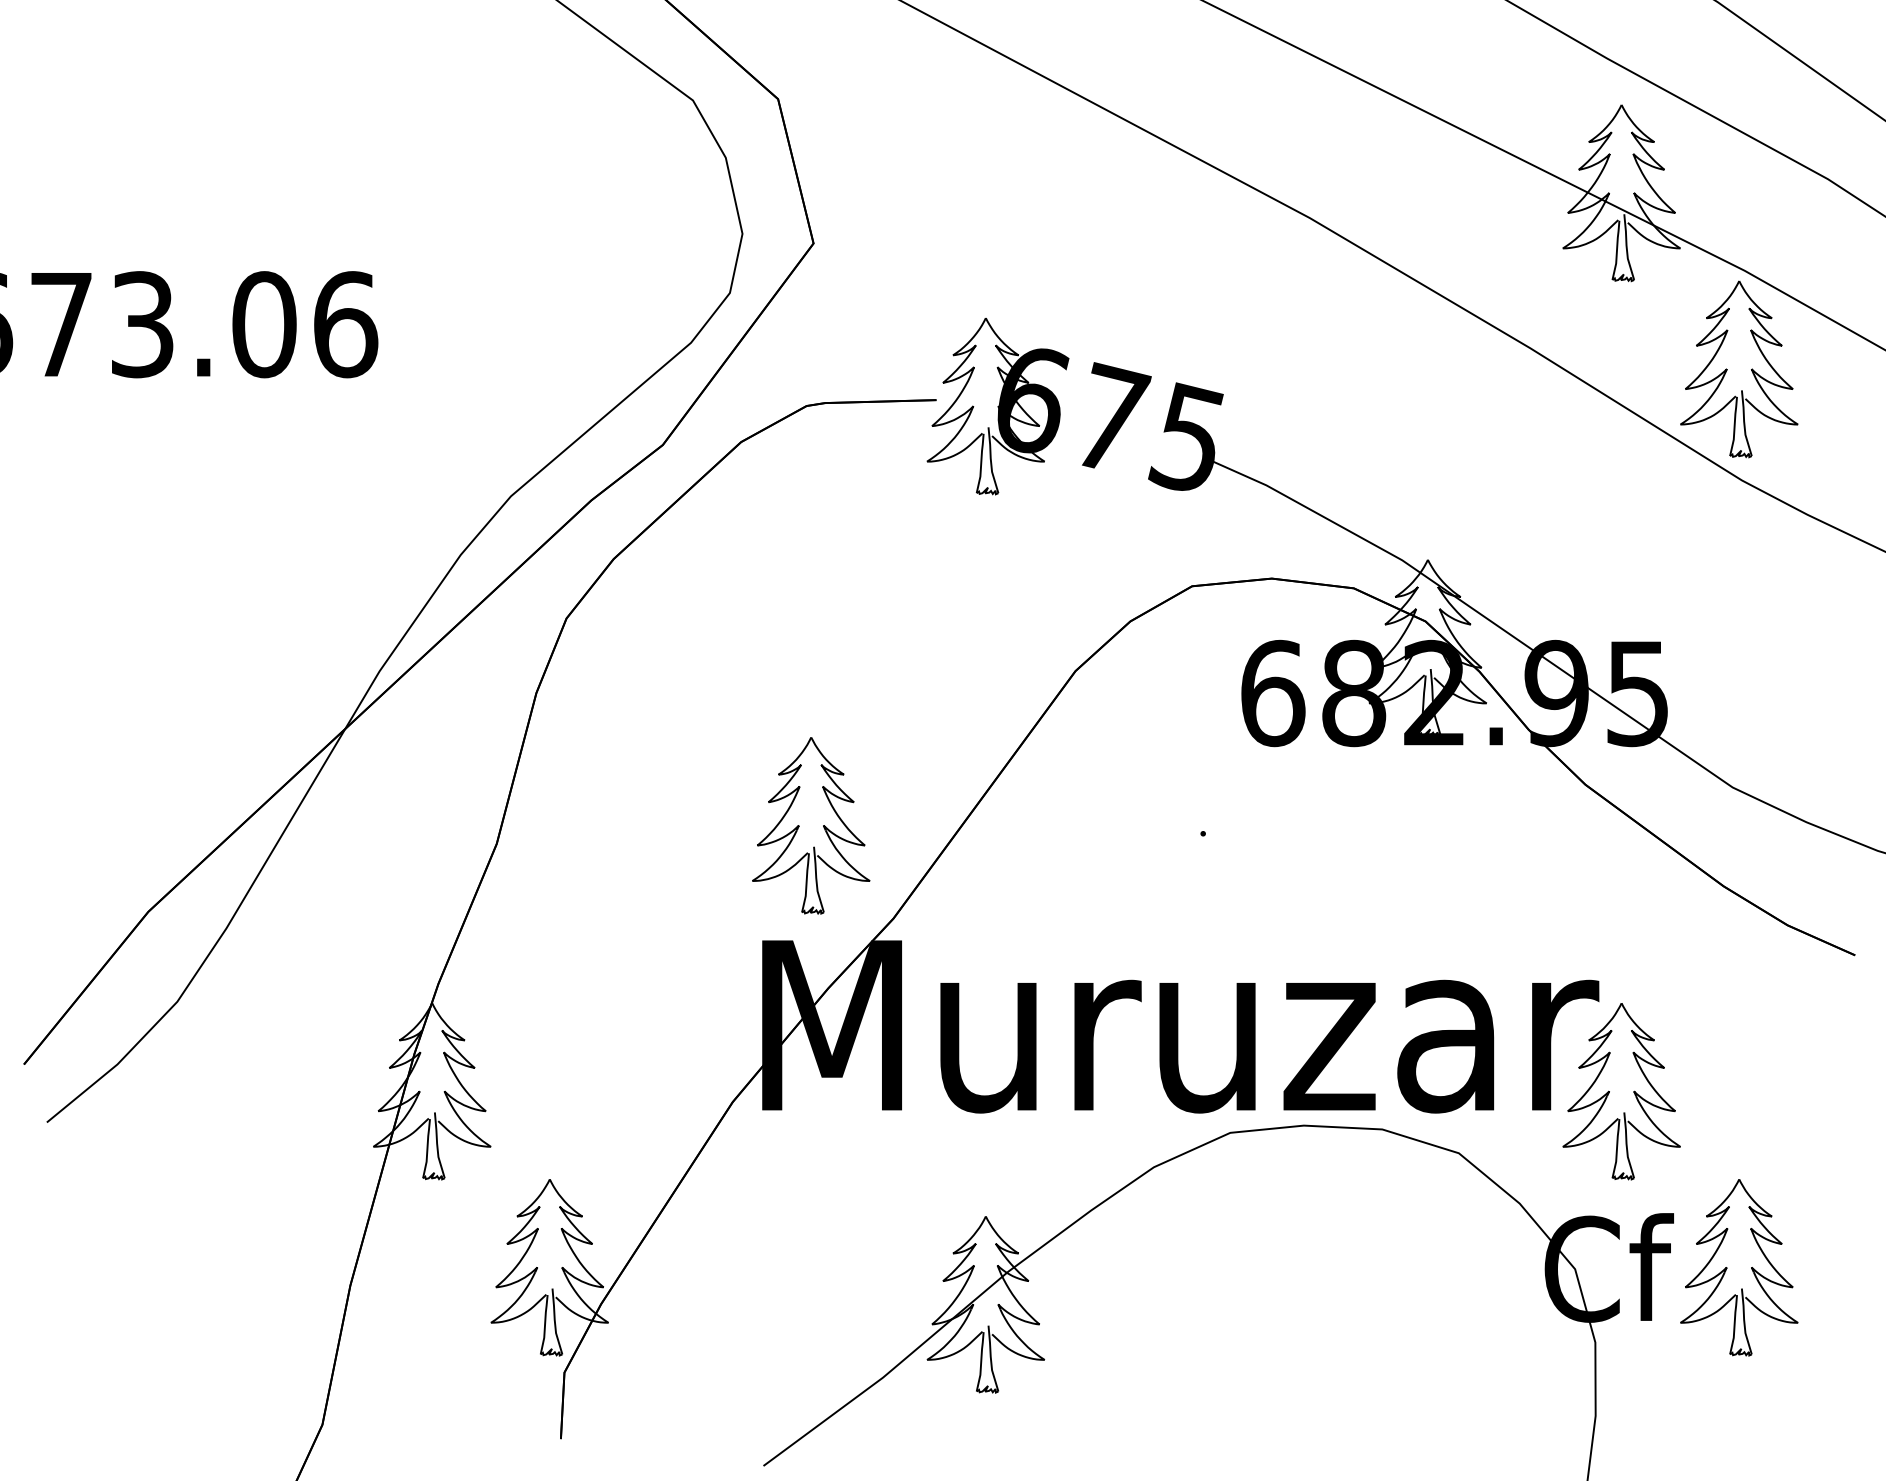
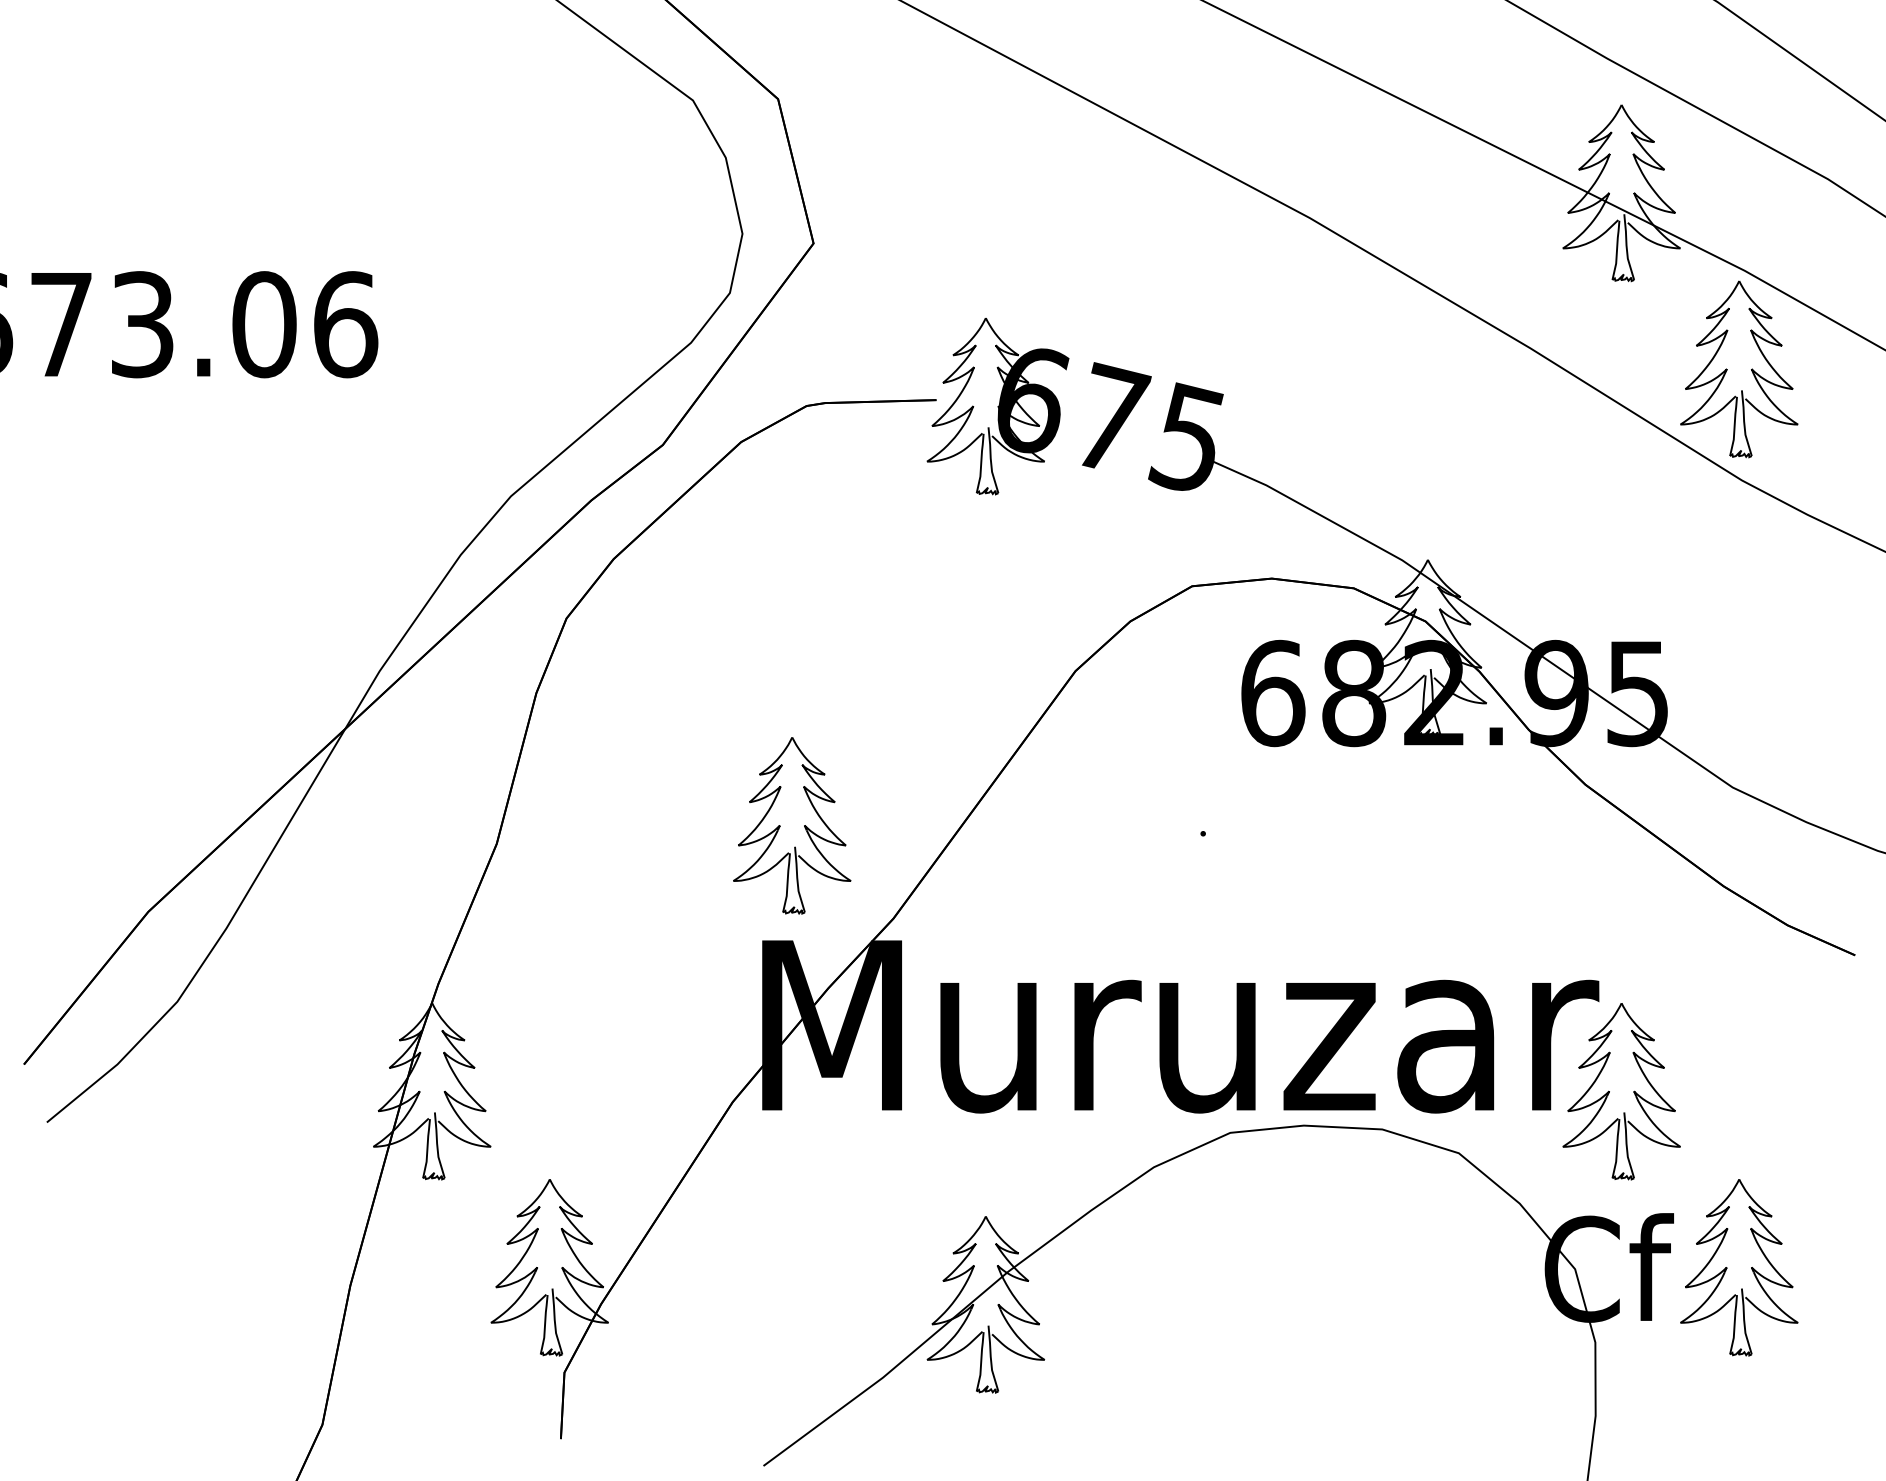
part at (799, 825) position: (799, 825) -> (780, 825)
